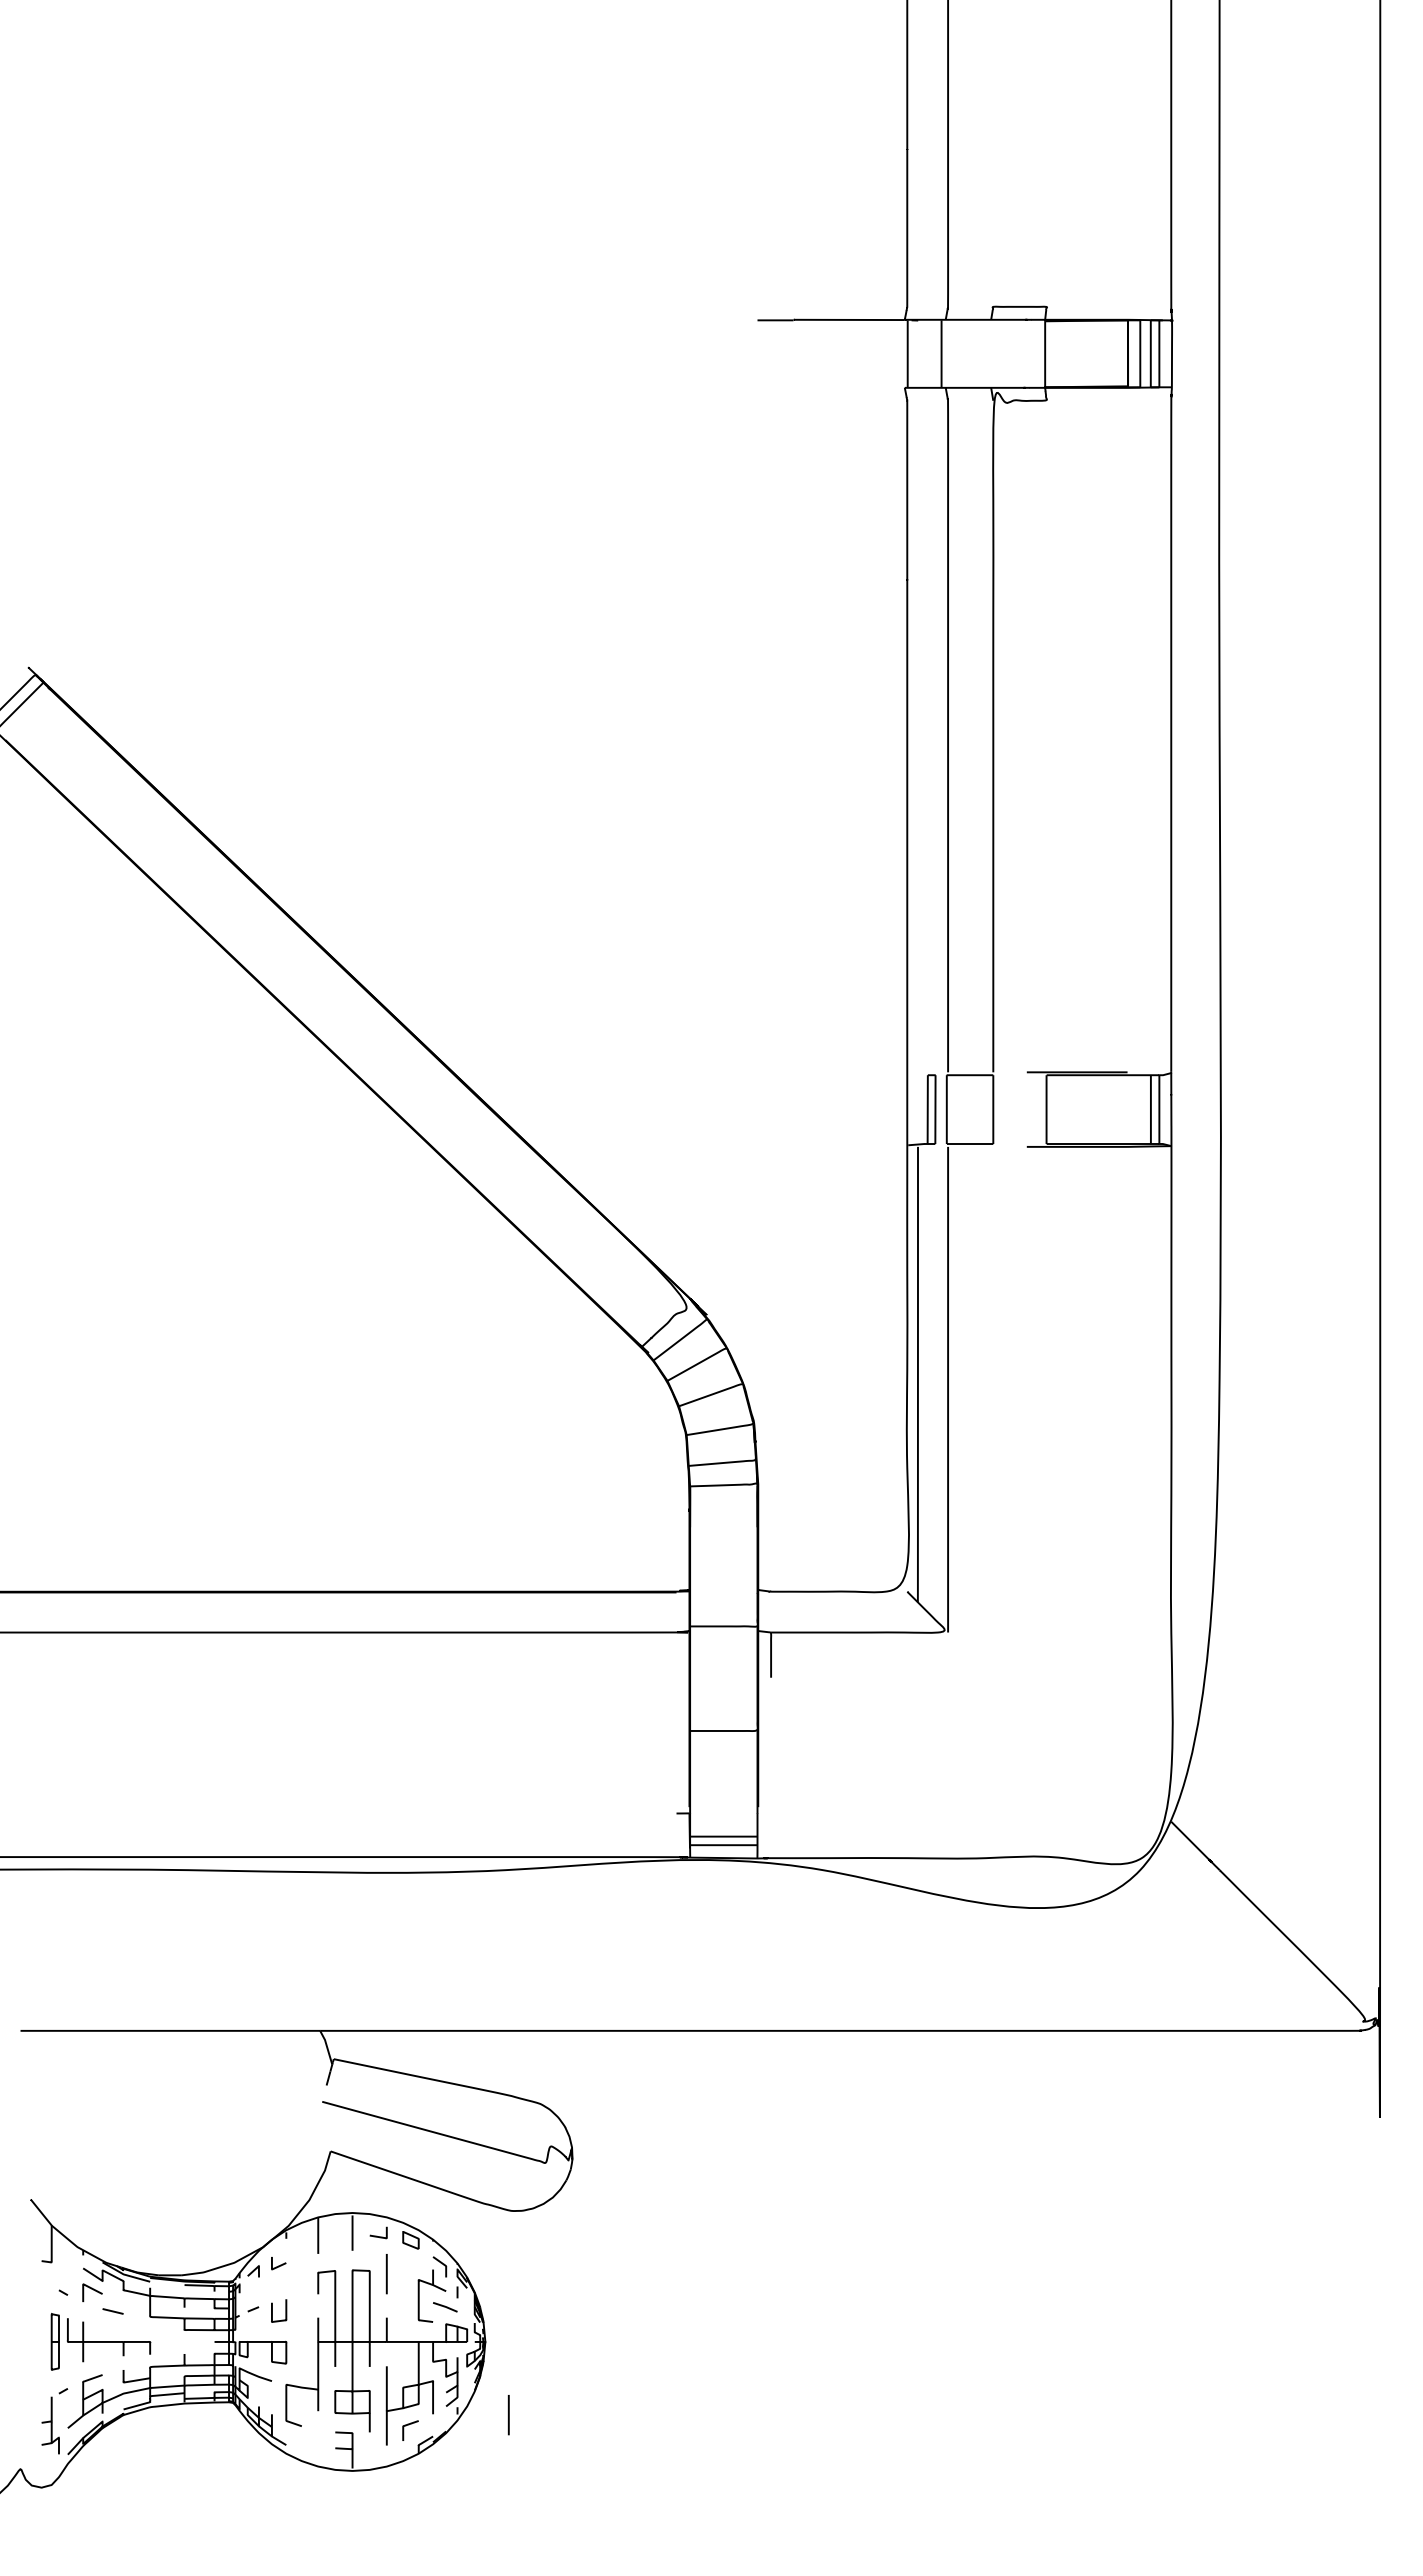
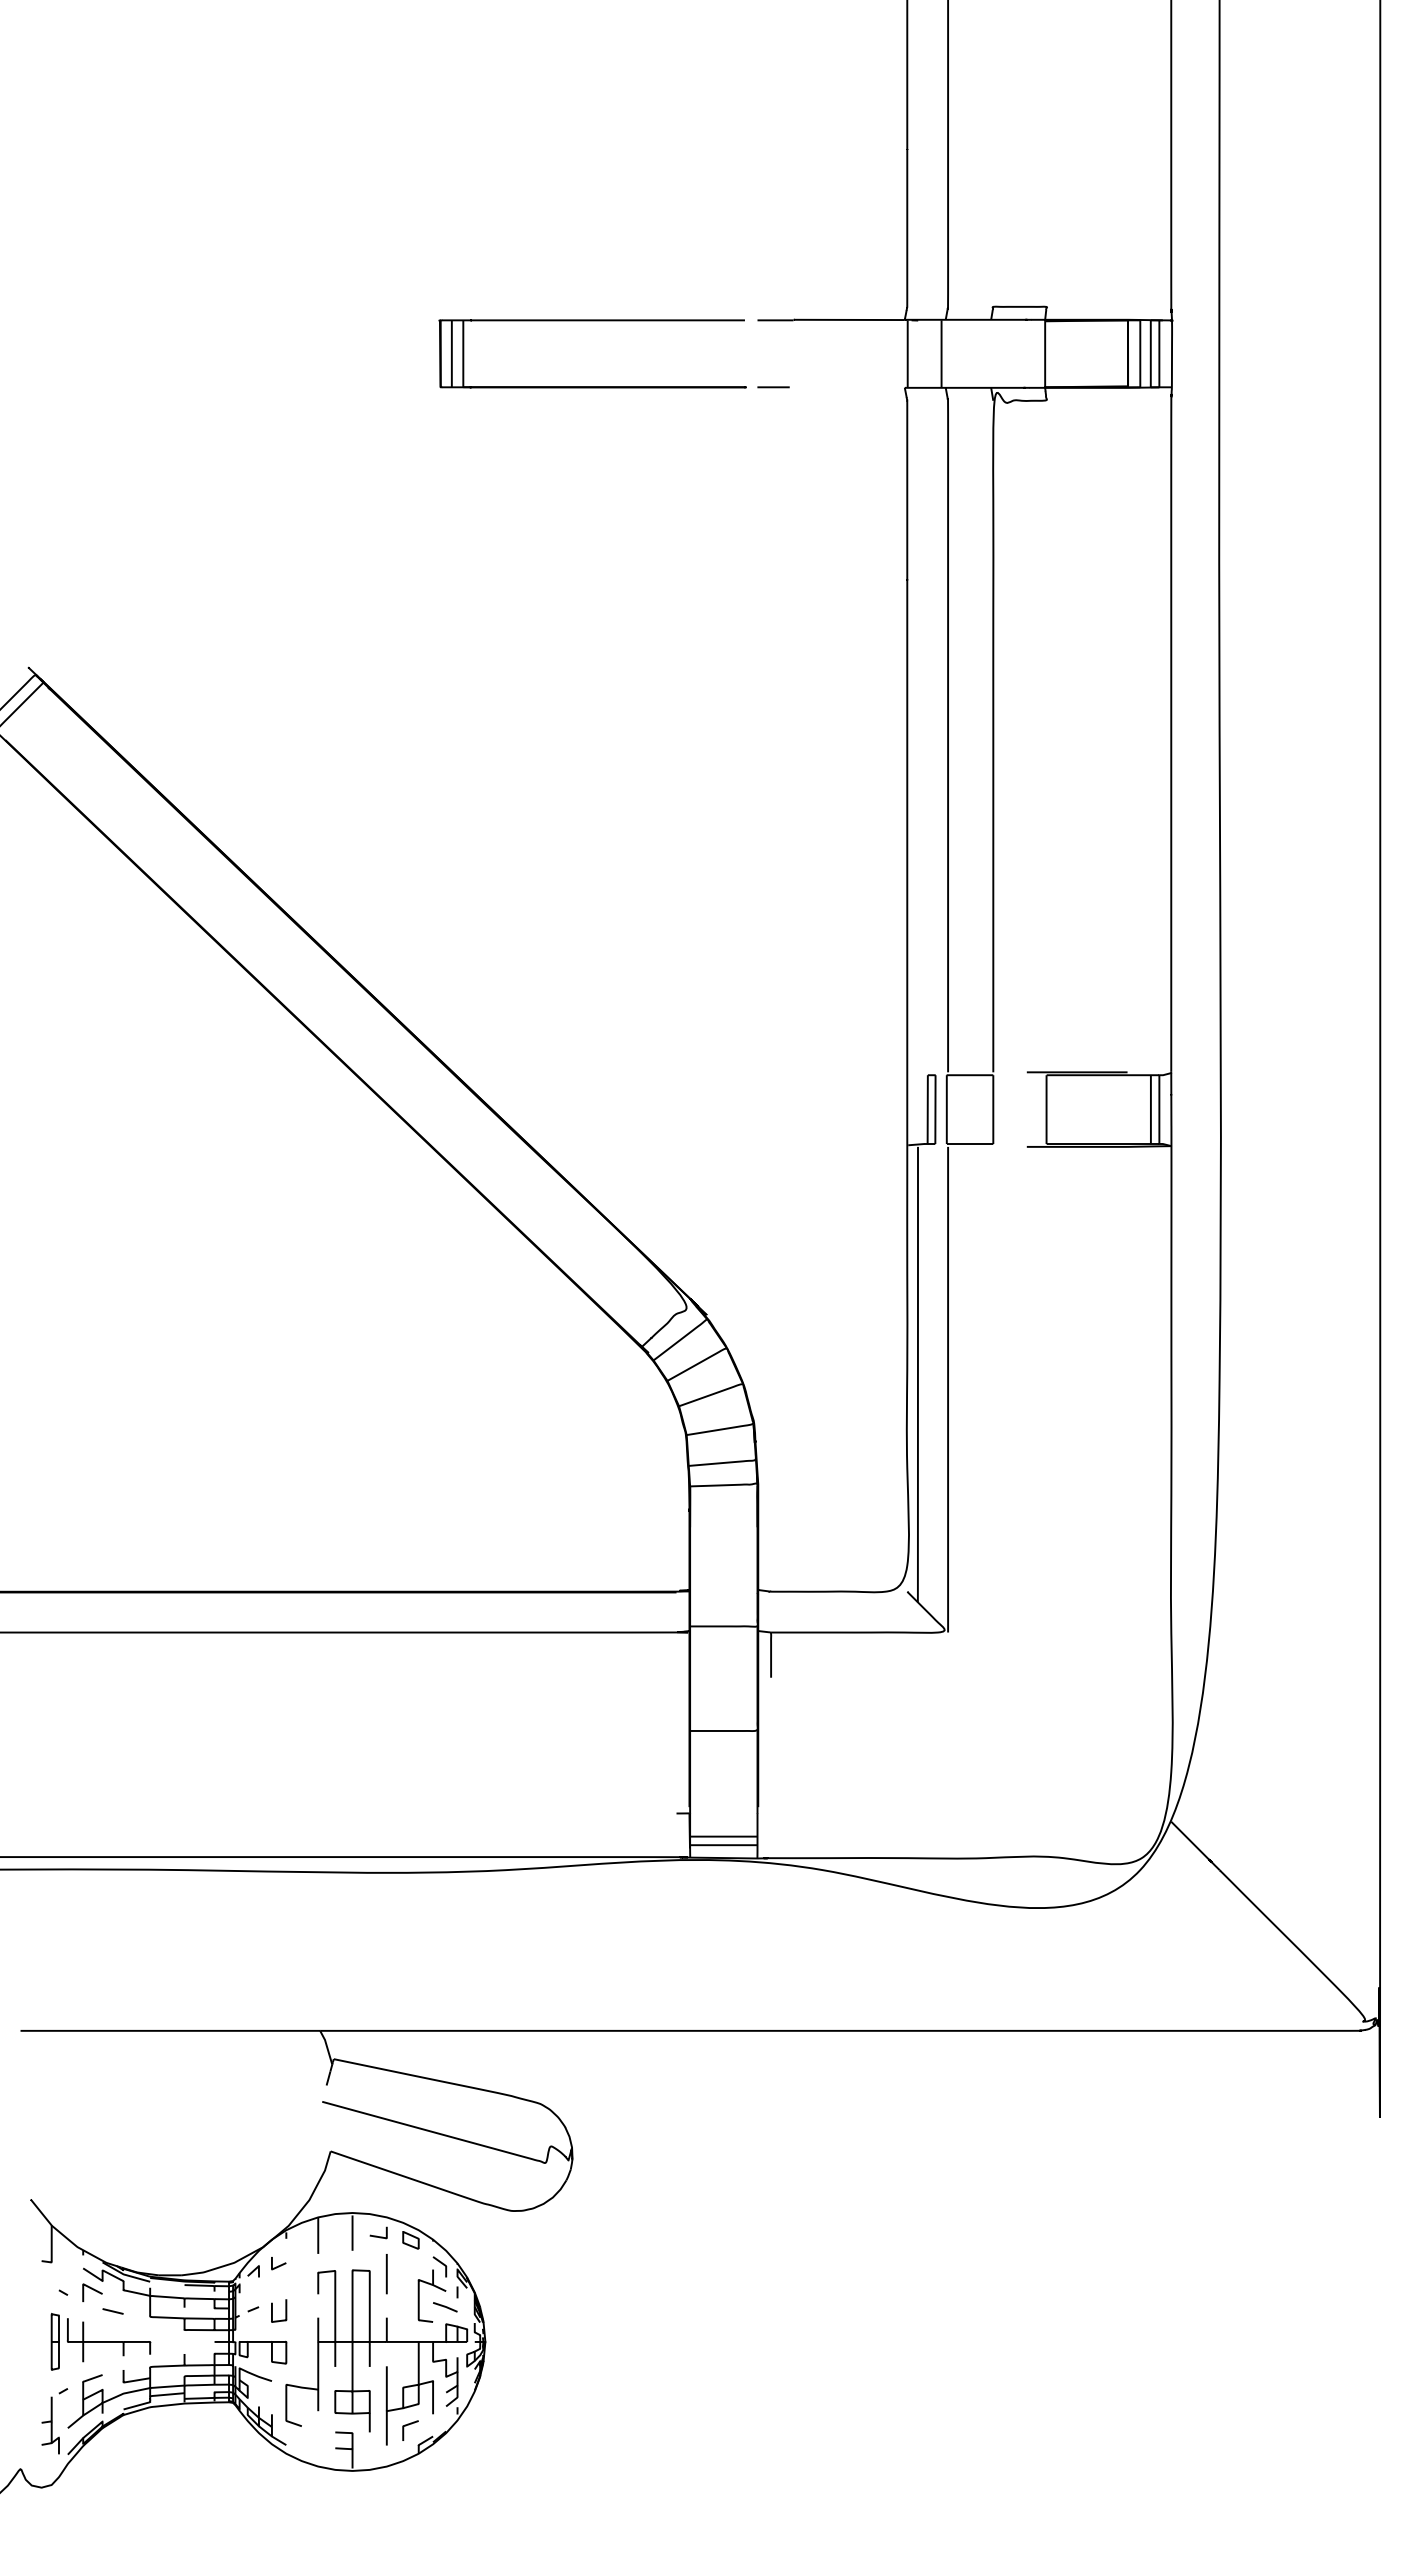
part at (592, 321): none -> present
line at (773, 387): none -> present
line at (508, 2415): present -> none
